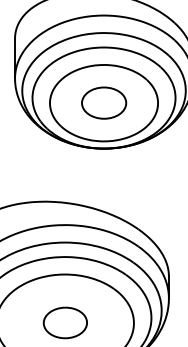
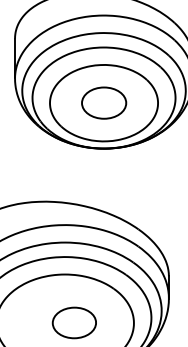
part at (64, 322) position: (64, 322) -> (73, 322)
